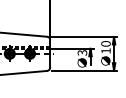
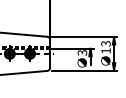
text at (105, 43): 10 -> 13
